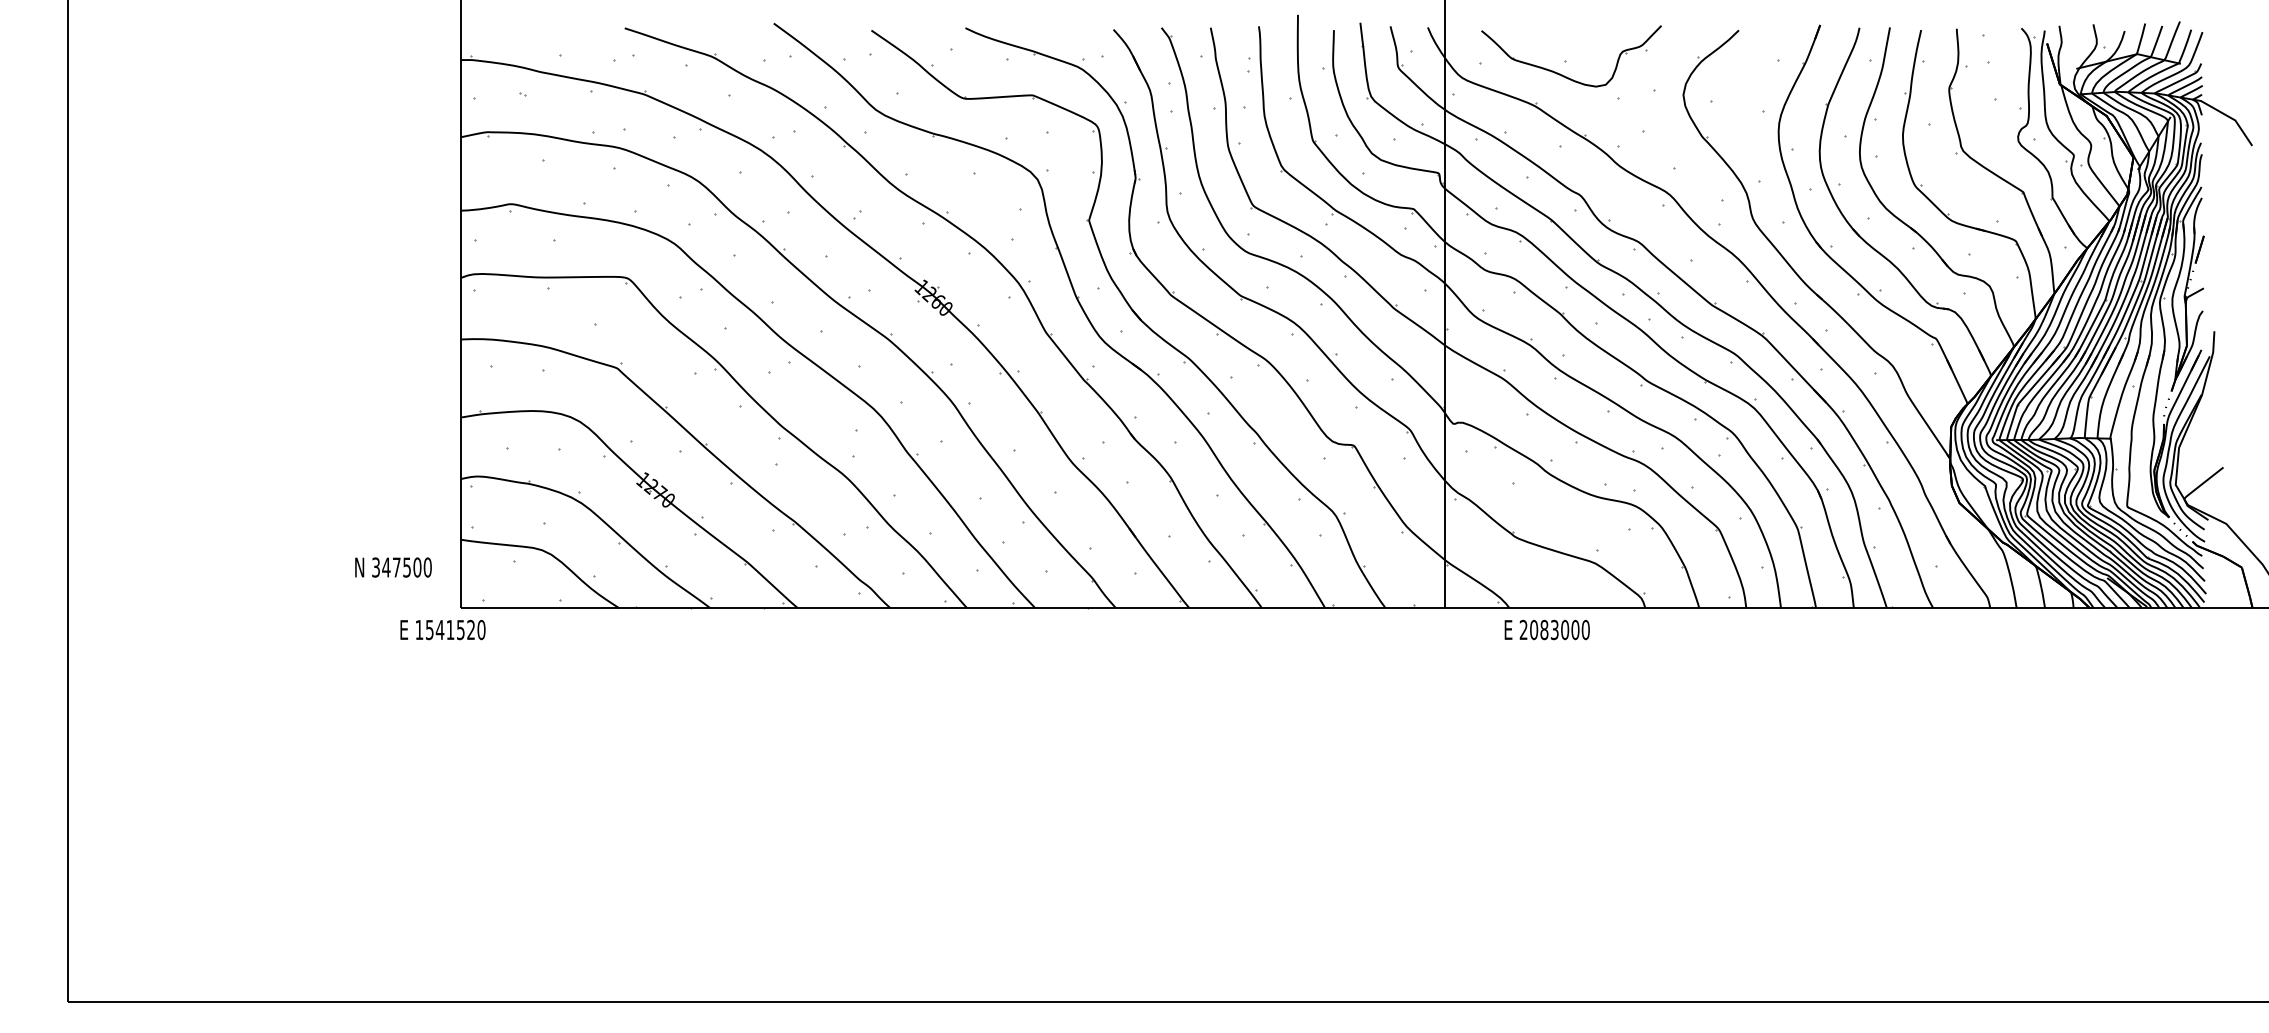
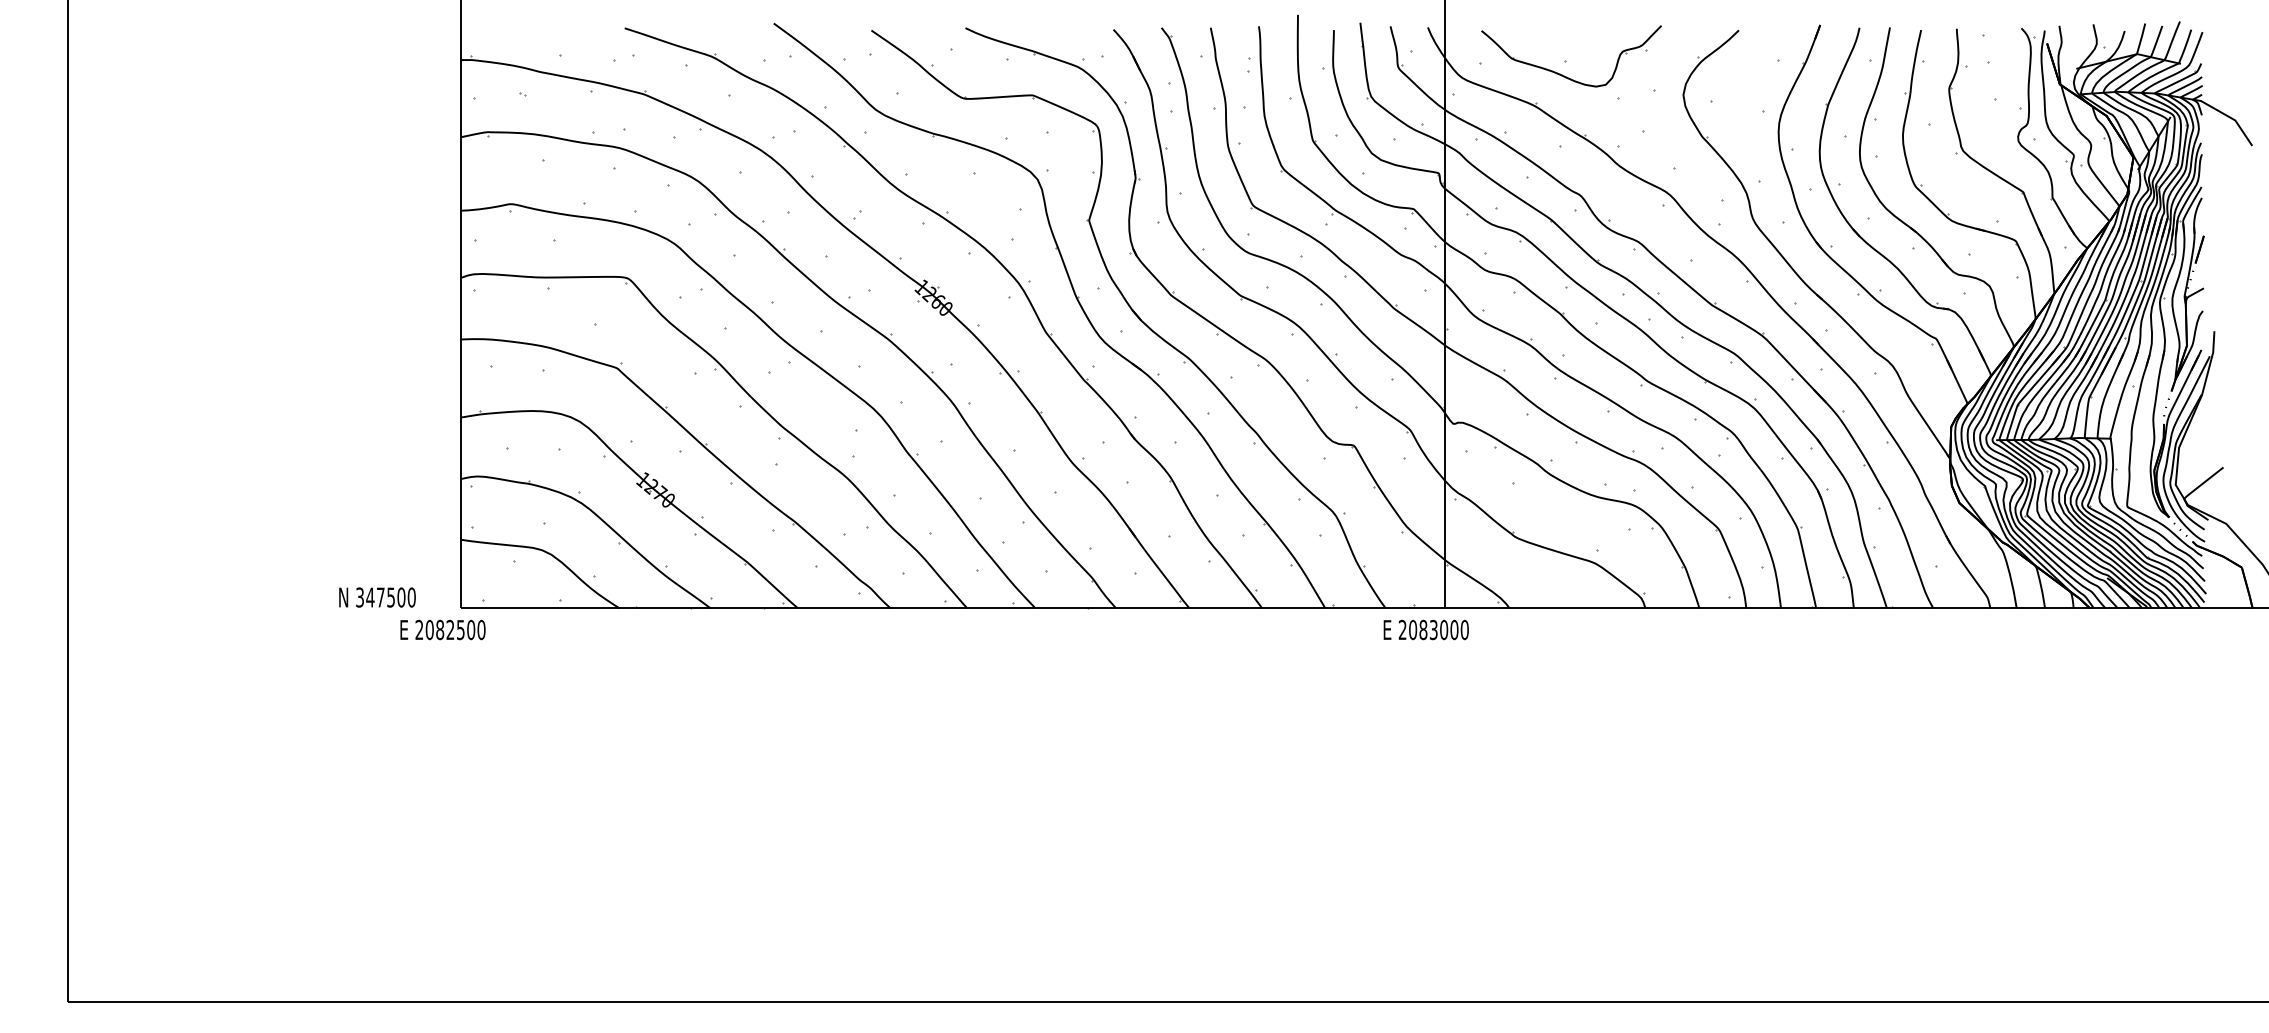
text at (393, 567) position: (393, 567) -> (377, 597)
text at (445, 629): 1541520 -> 2082500
text at (1546, 629) position: (1546, 629) -> (1425, 629)
